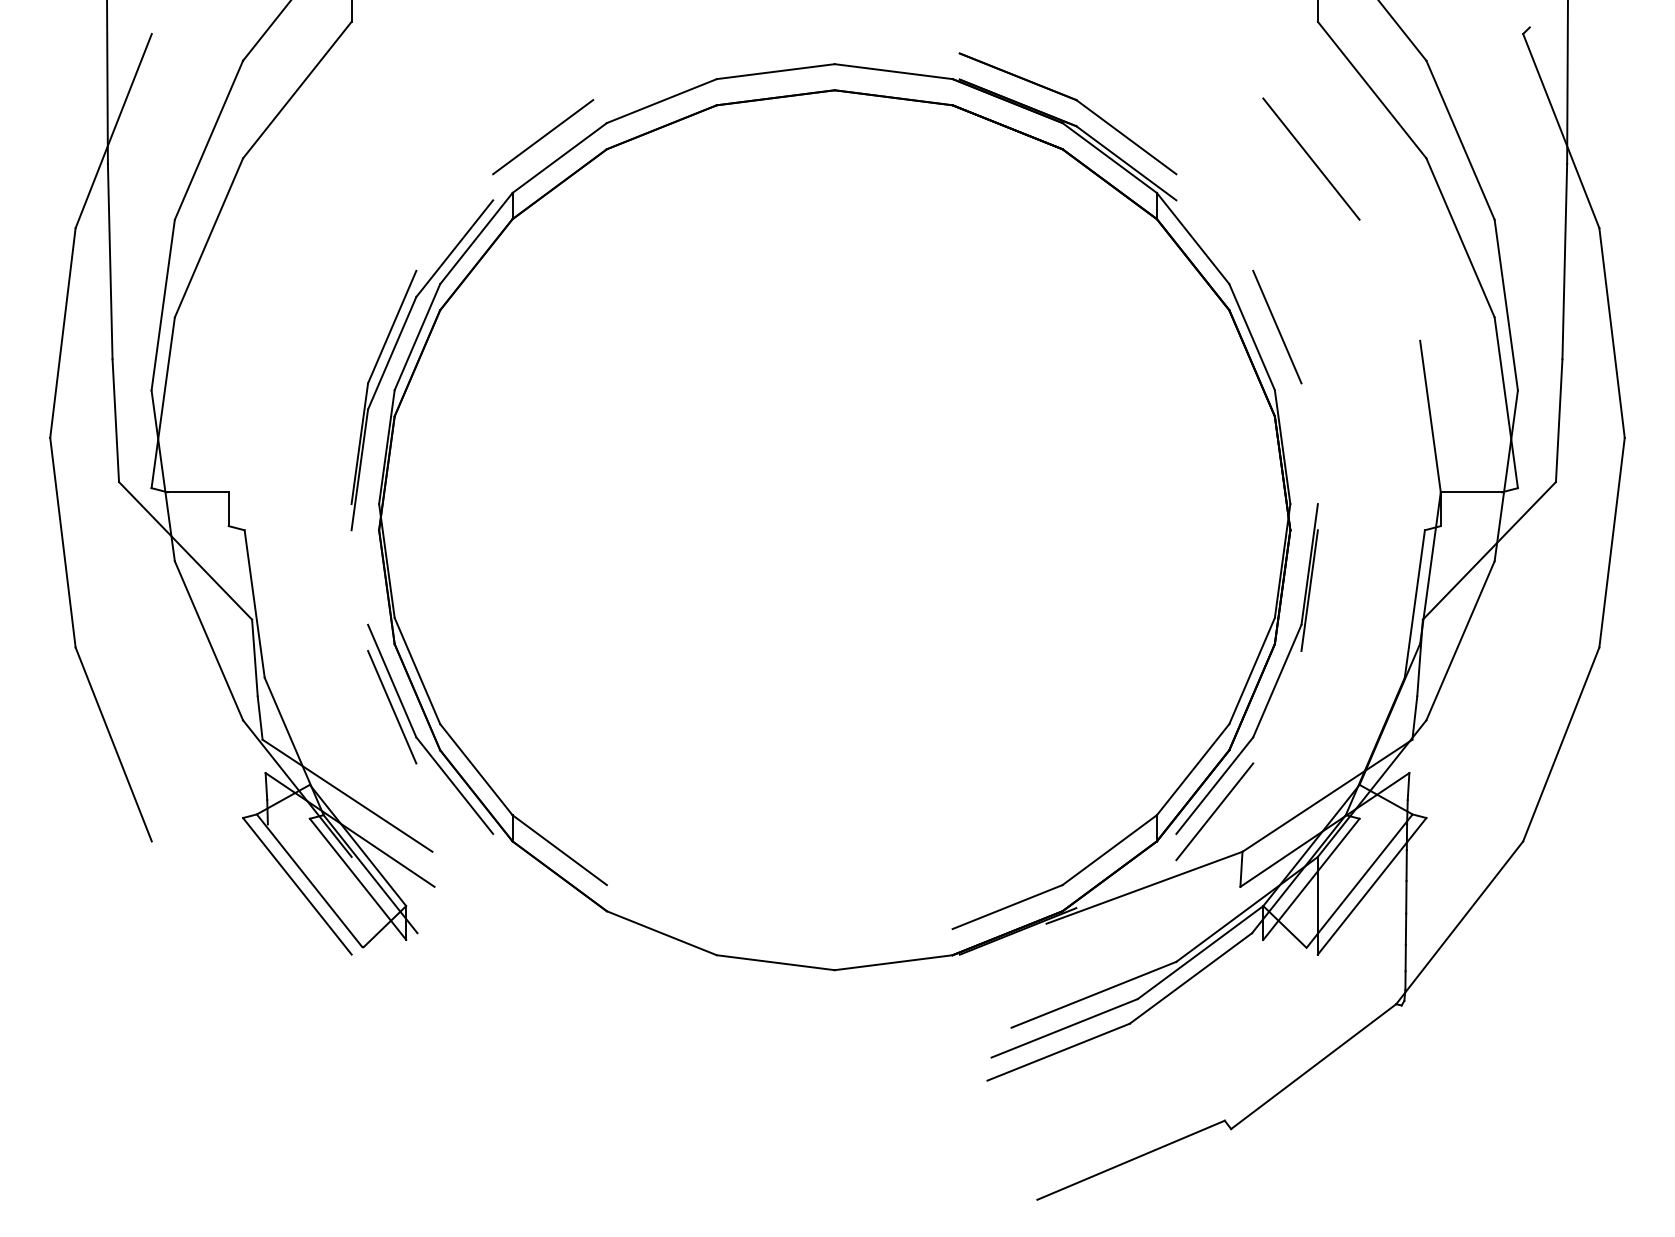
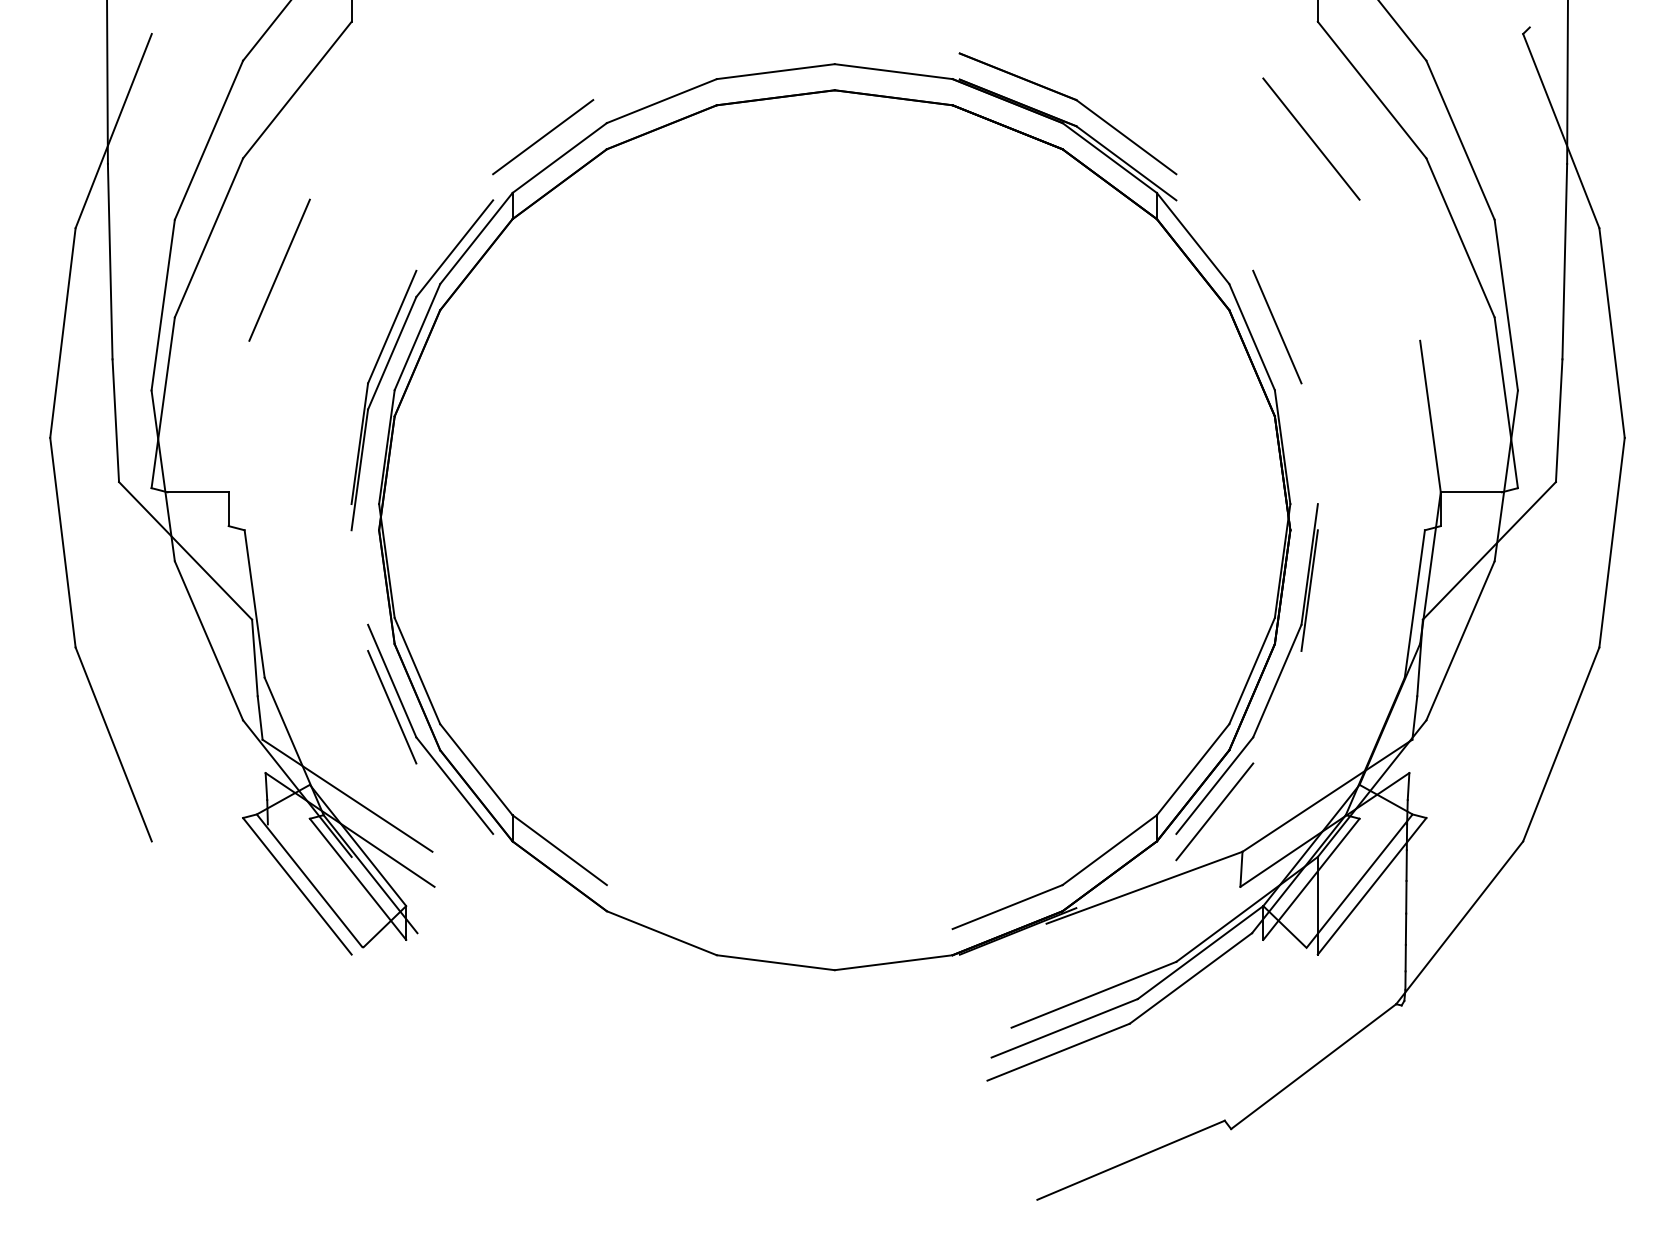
line at (1311, 158) position: (1311, 158) -> (1311, 138)
line at (279, 269): none -> present
